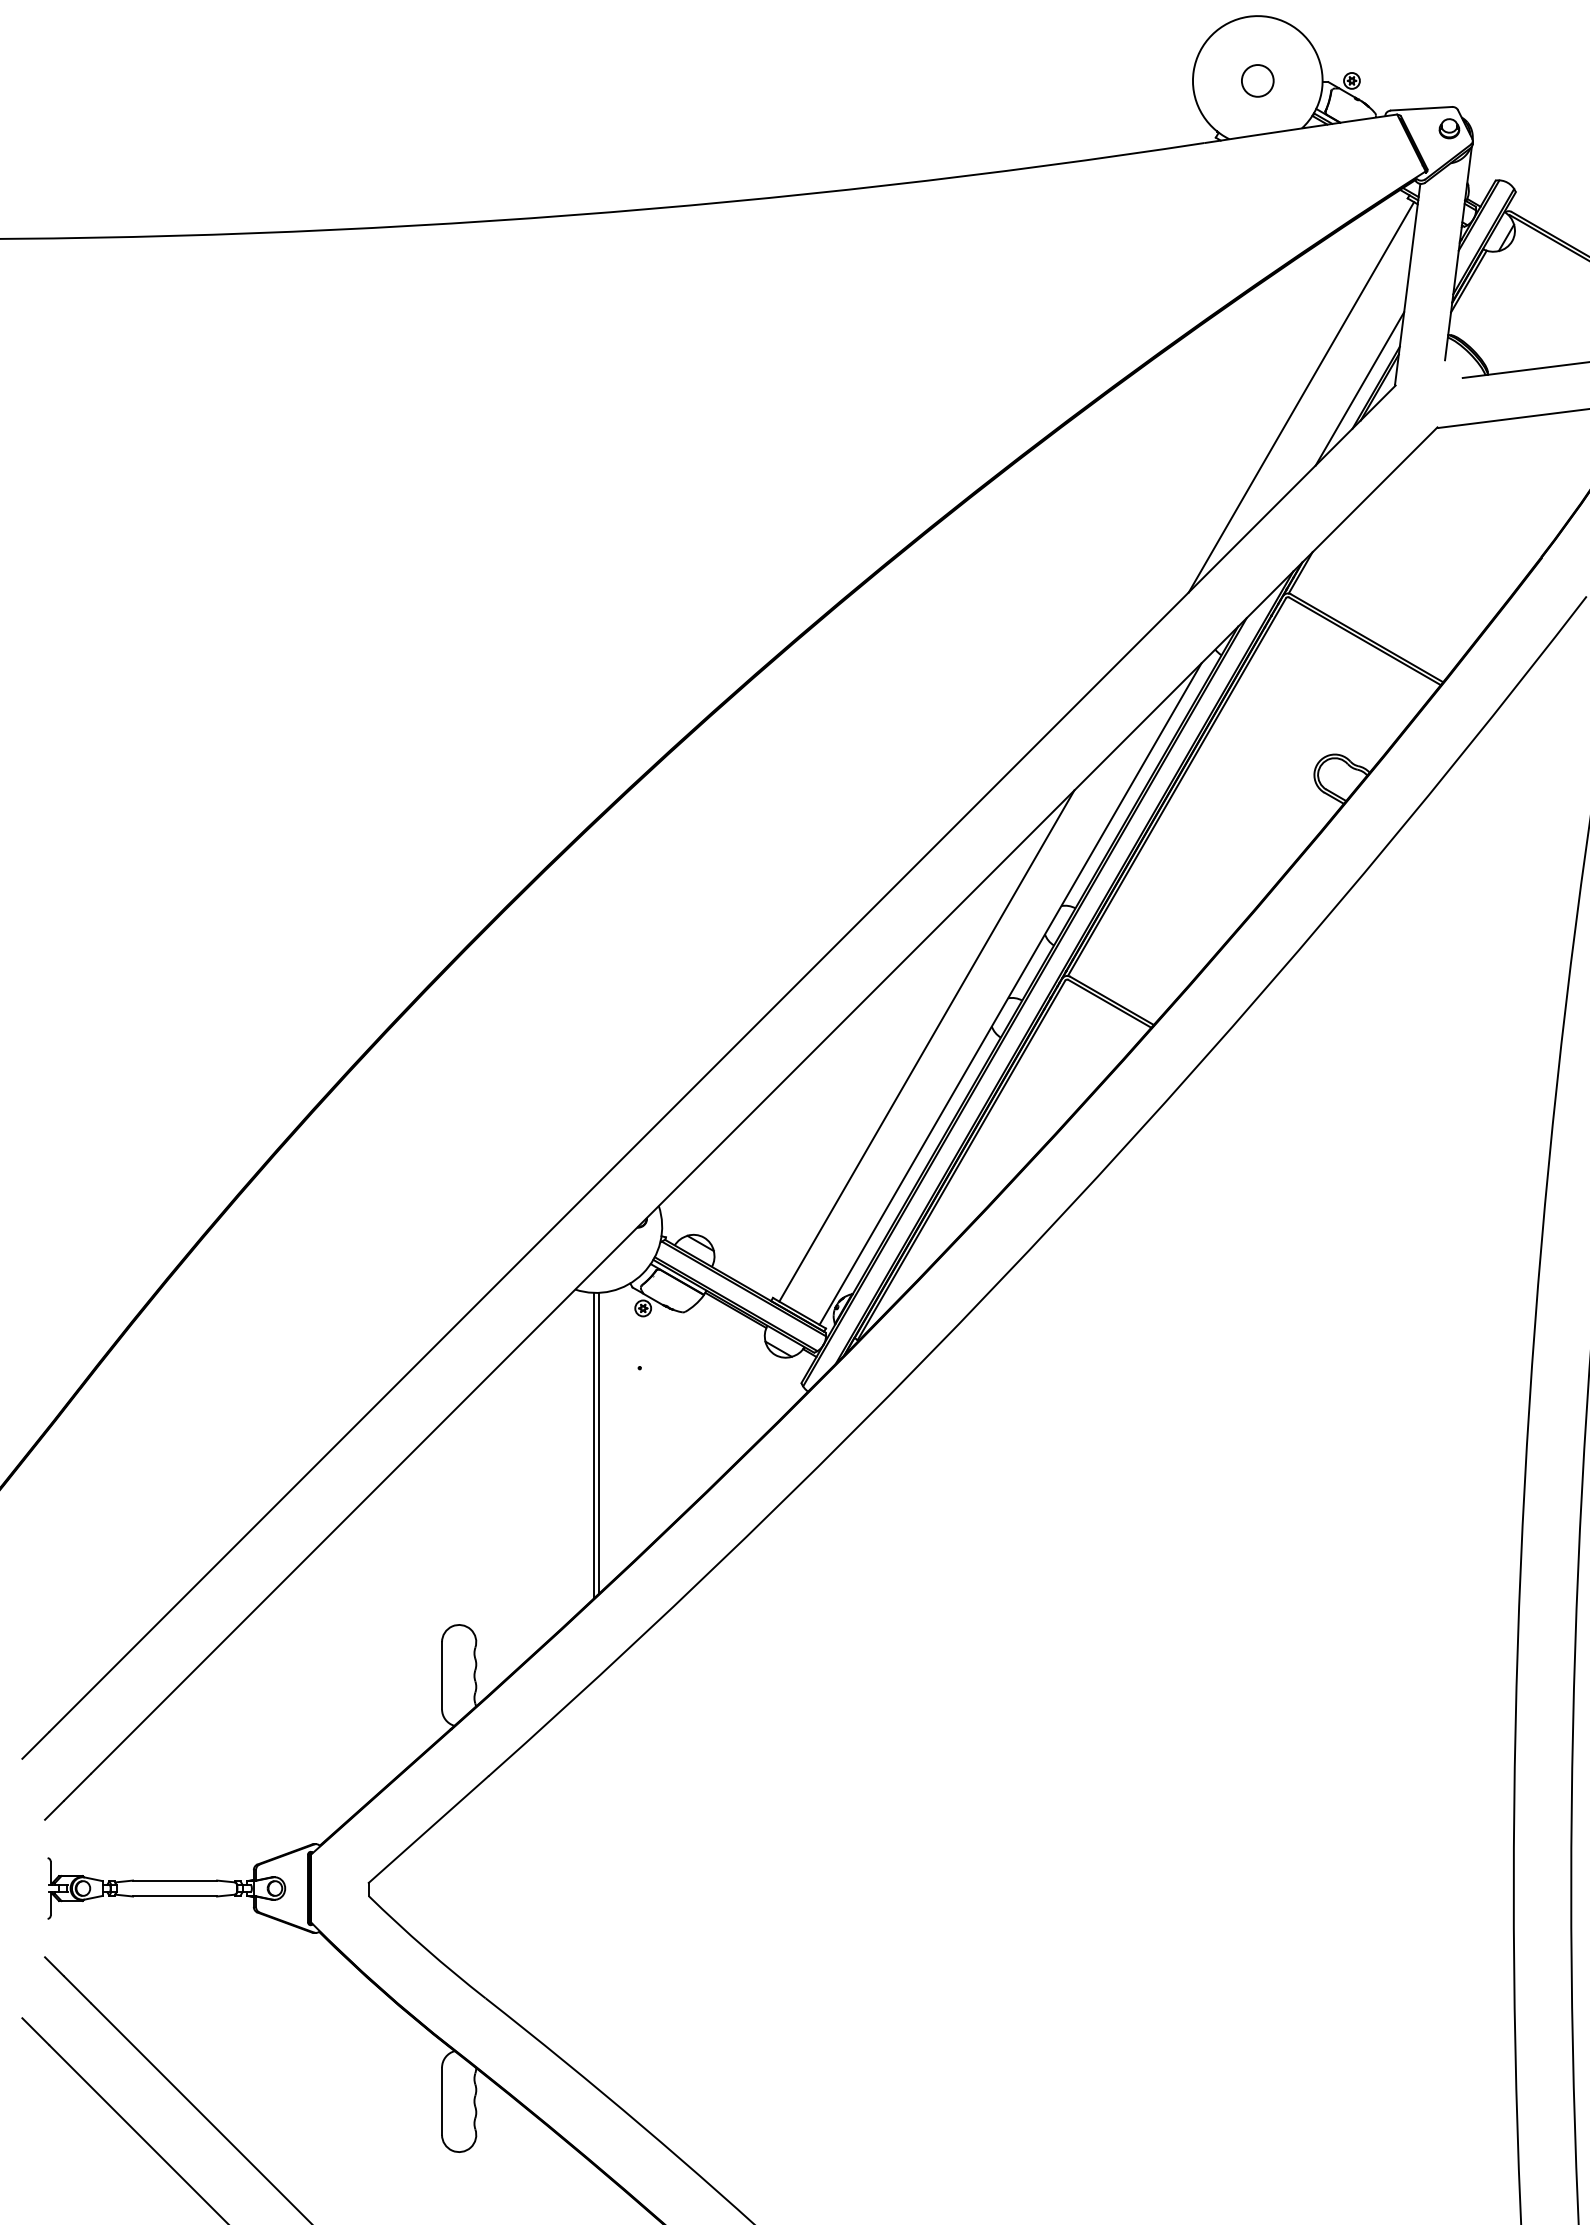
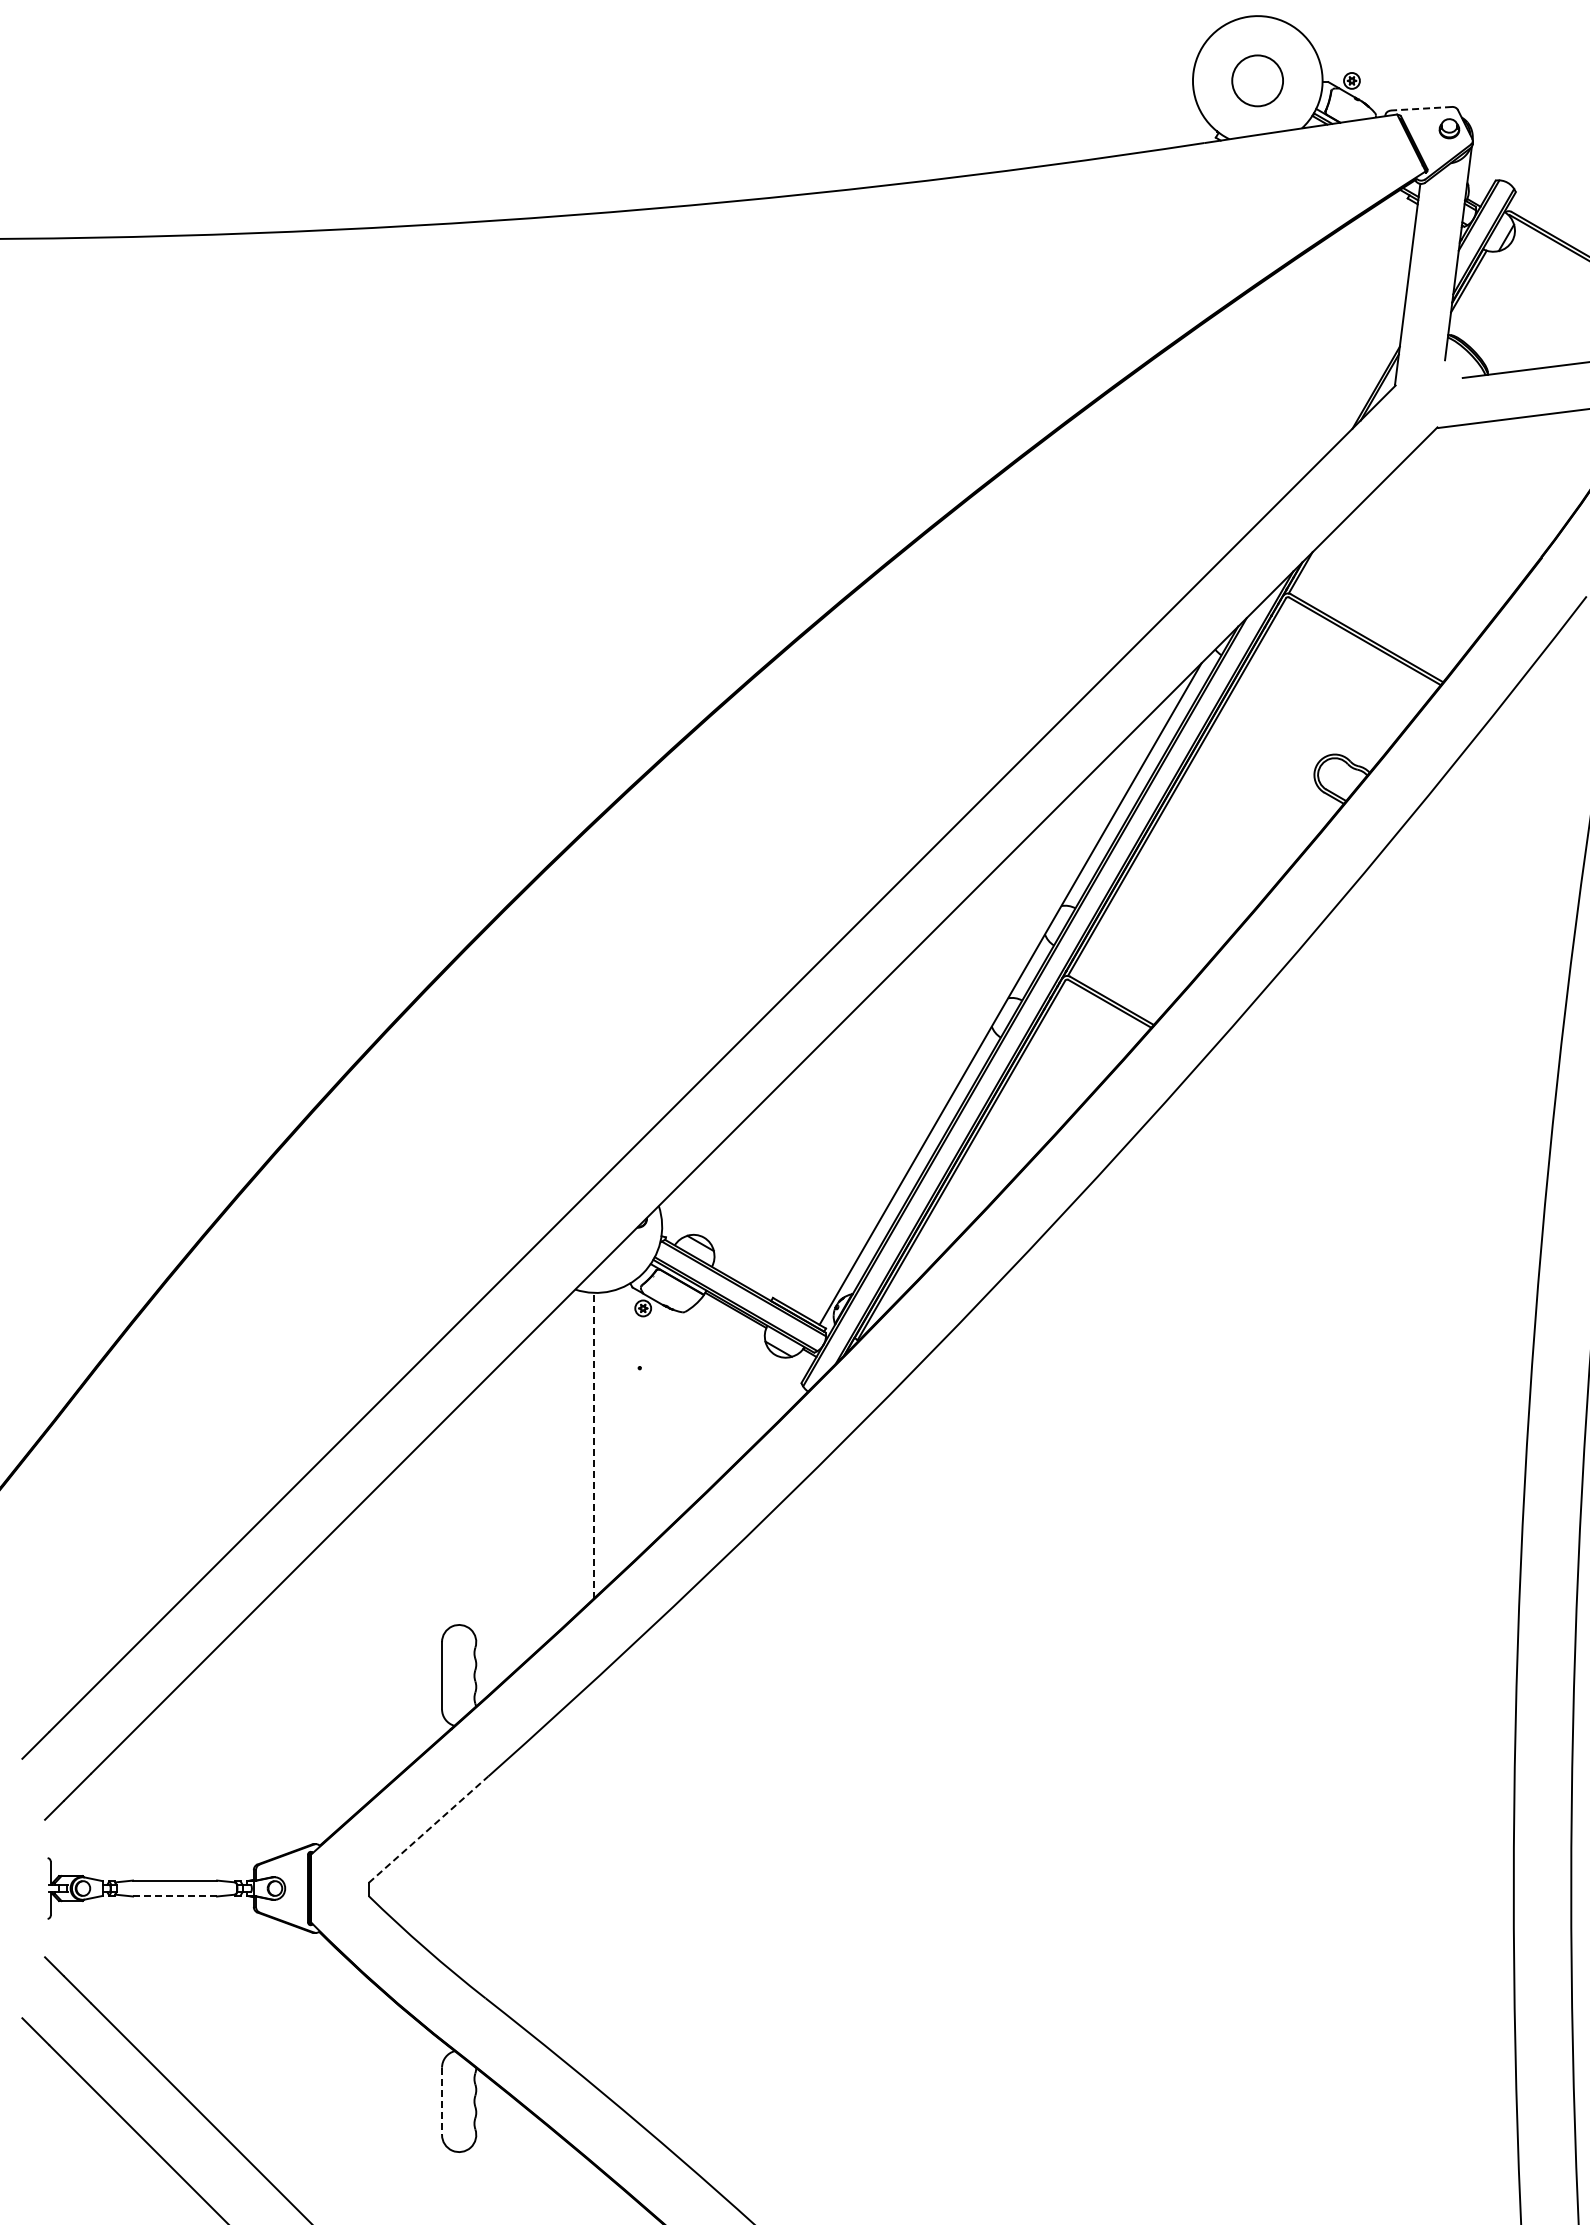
circle at (1257, 80) size: 34x34 px -> 53x54 px
line at (1421, 108): solid -> dashed
line at (1359, 388): present -> none
line at (1301, 397): present -> none
line at (926, 1045): present -> none
line at (598, 1443): present -> none
line at (593, 1445): solid -> dashed
line at (428, 1829): solid -> dashed
line at (175, 1896): solid -> dashed
line at (442, 2101): solid -> dashed
